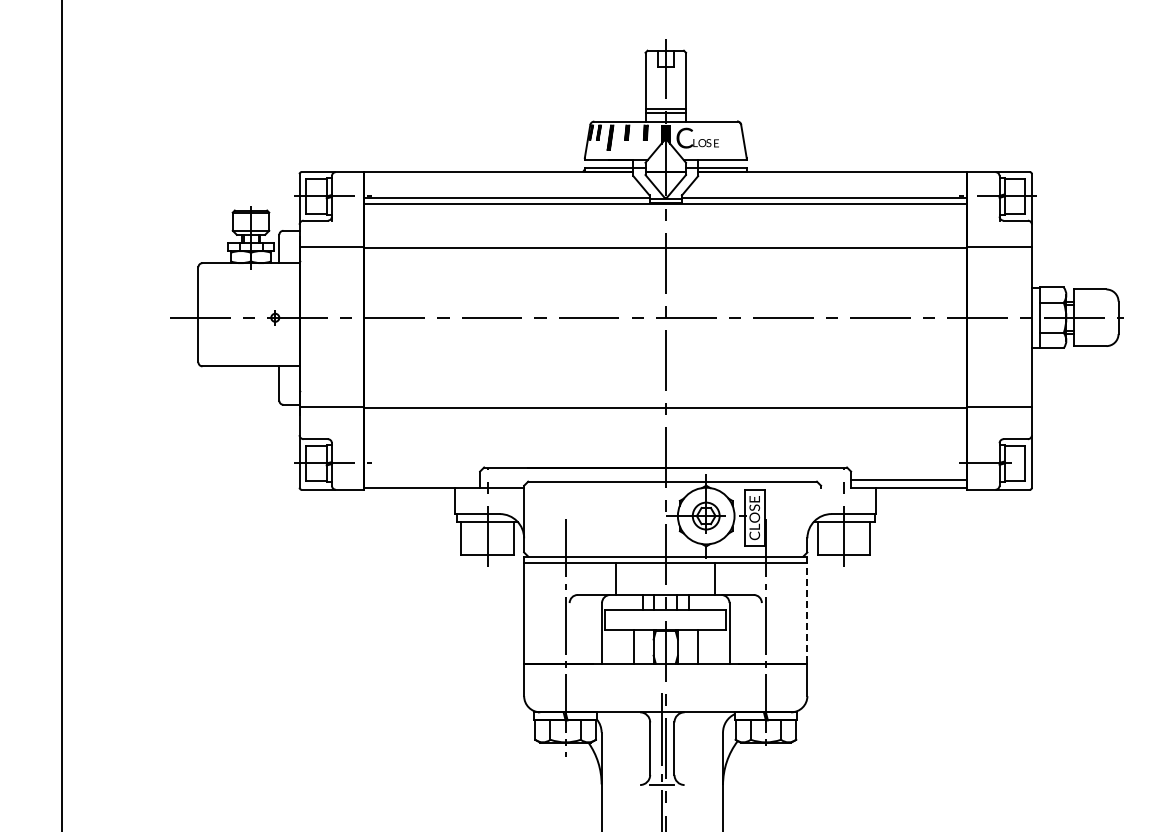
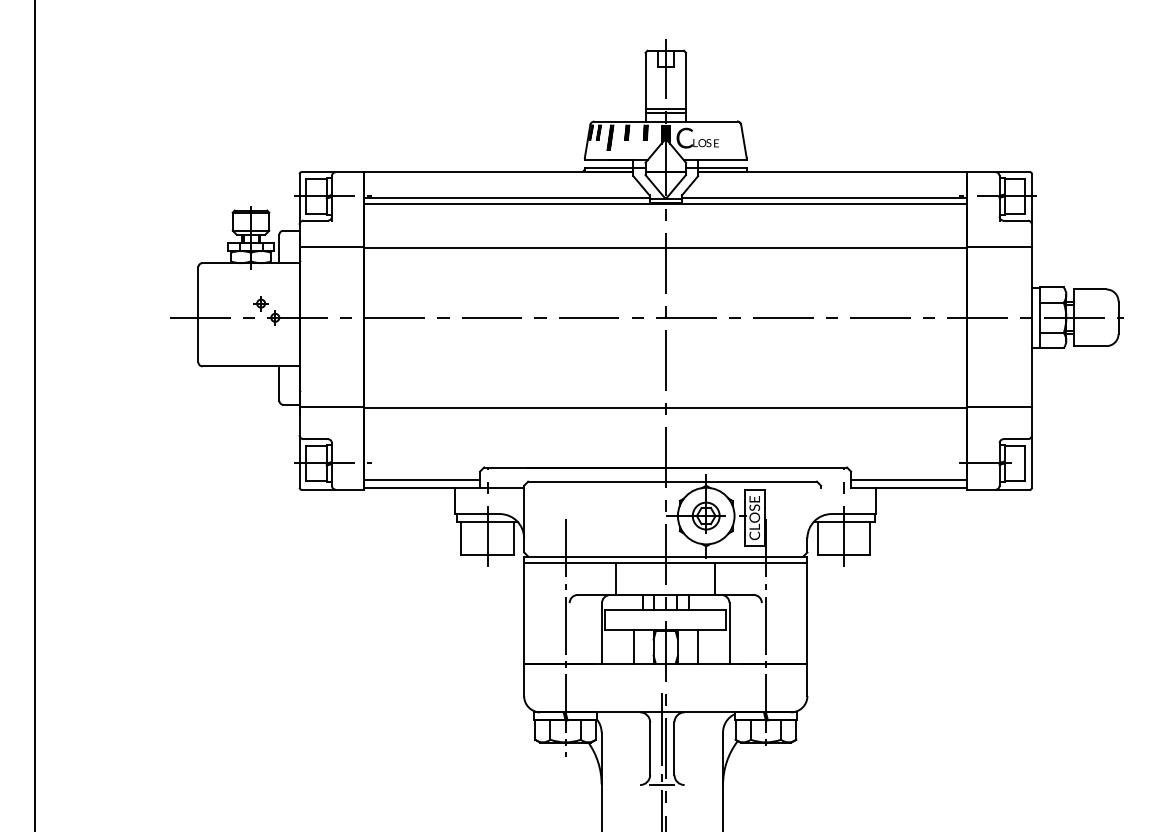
part at (260, 303): none -> present
line at (61, 415) position: (61, 415) -> (34, 415)
line at (422, 479): none -> present
line at (807, 610): dashed -> solid
